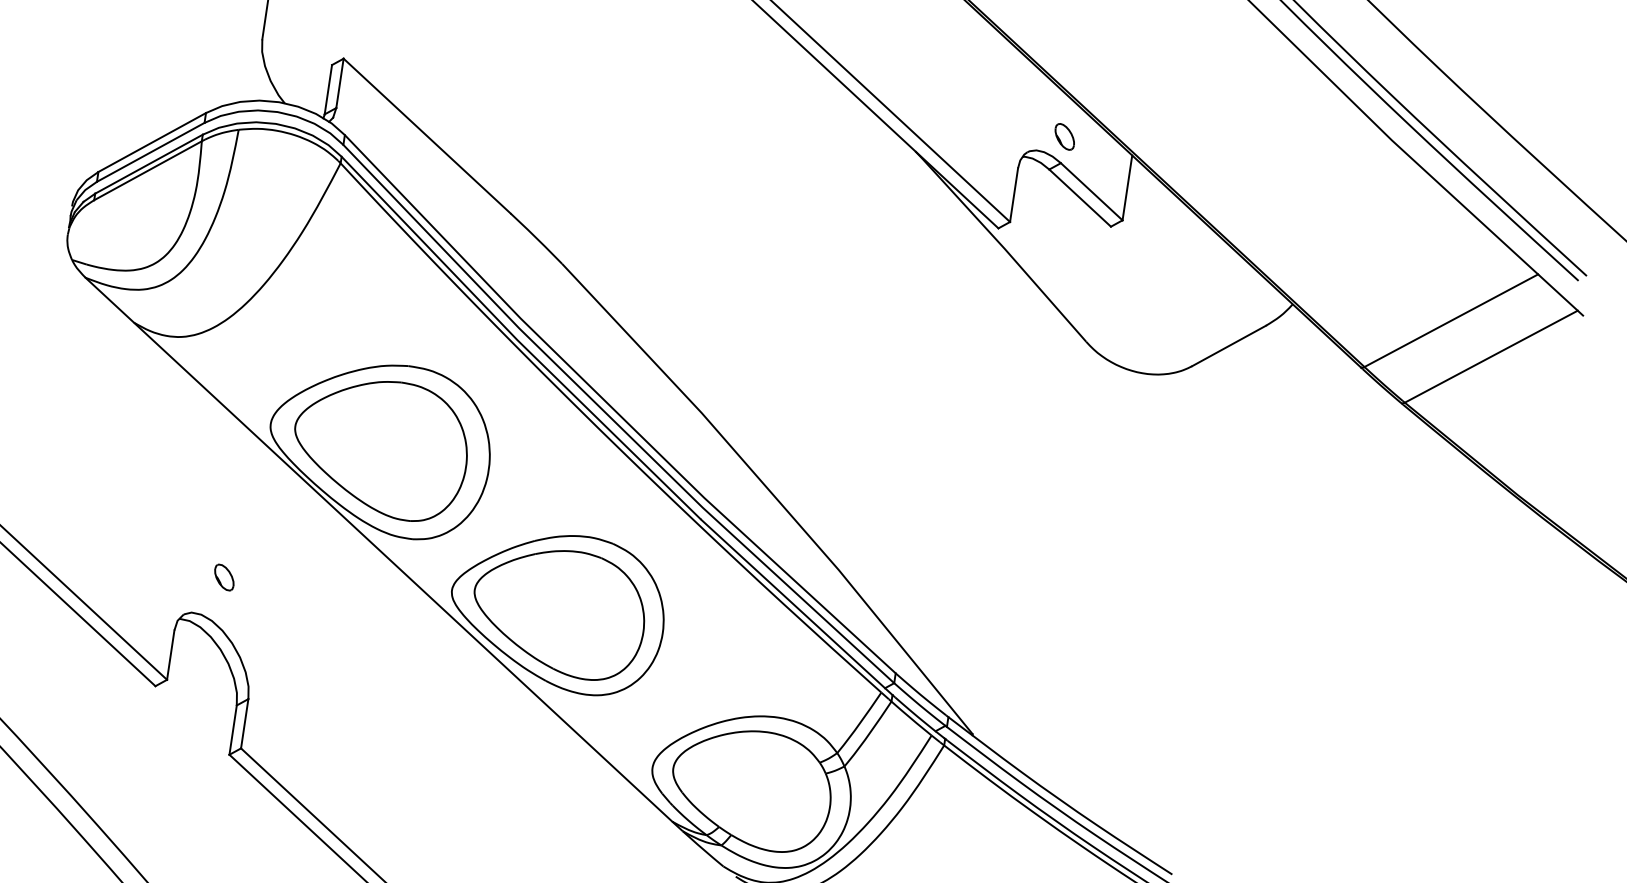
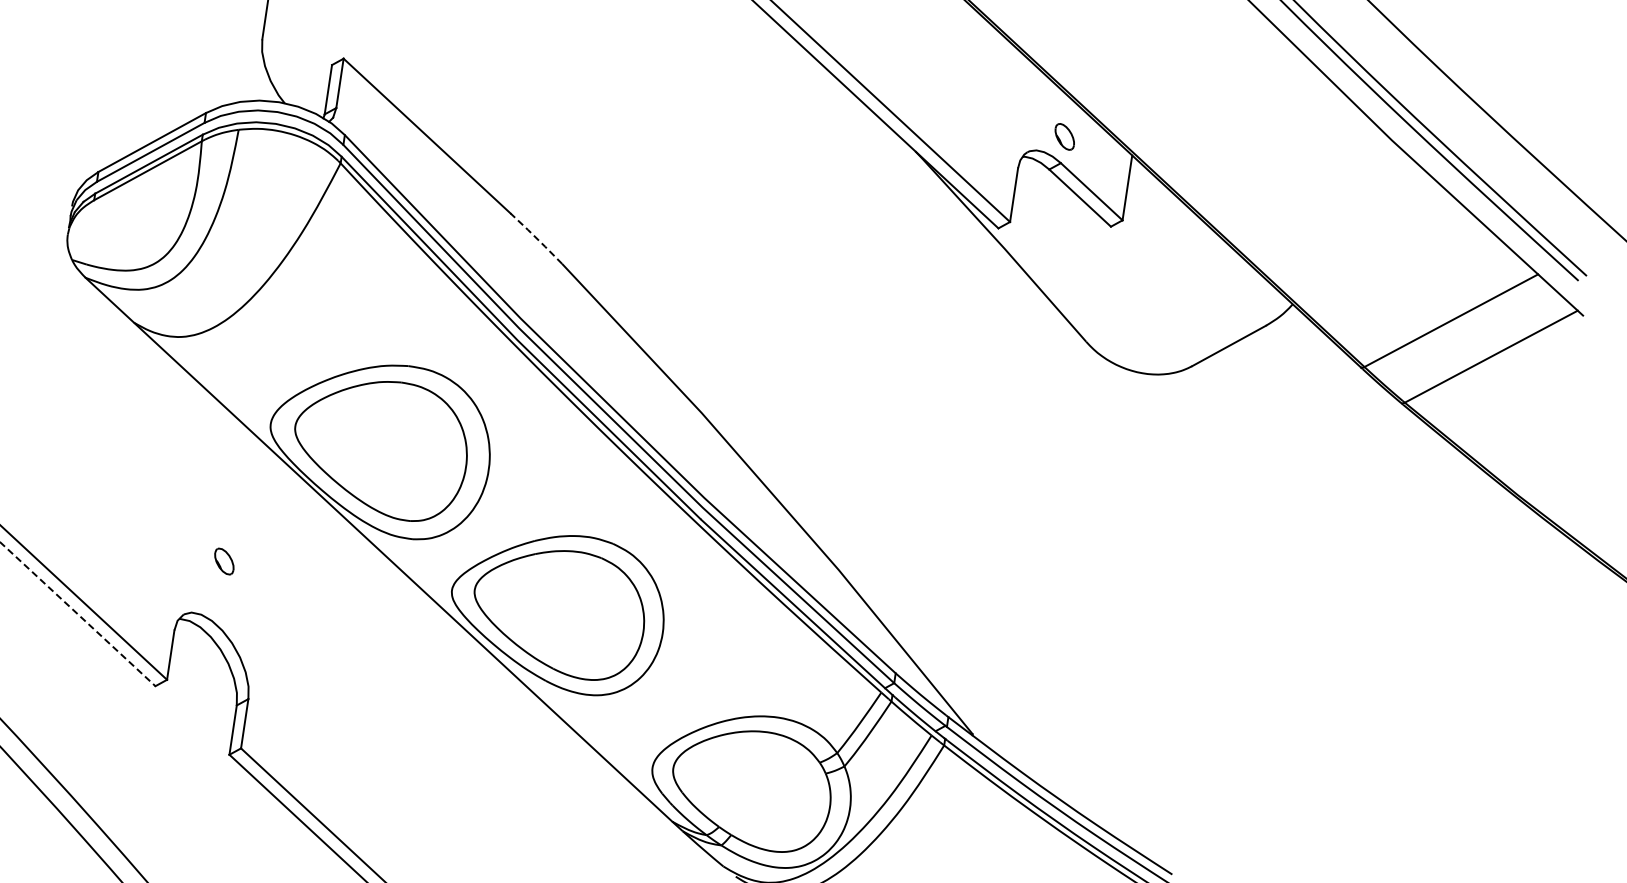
line at (536, 238): solid -> dashed
part at (224, 577) position: (224, 577) -> (224, 561)
line at (77, 614): solid -> dashed
